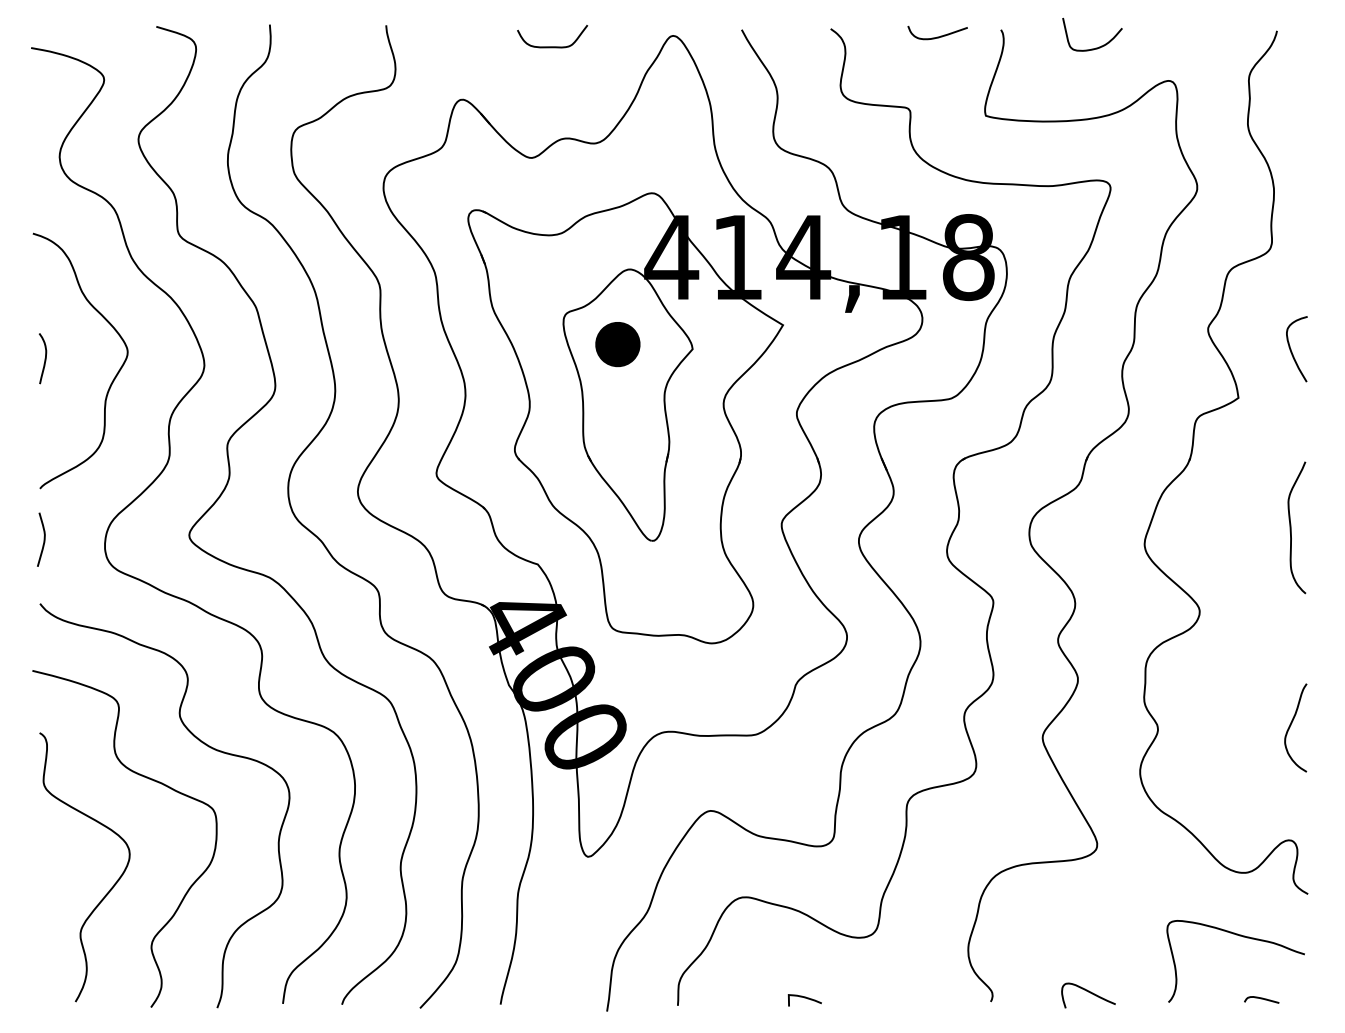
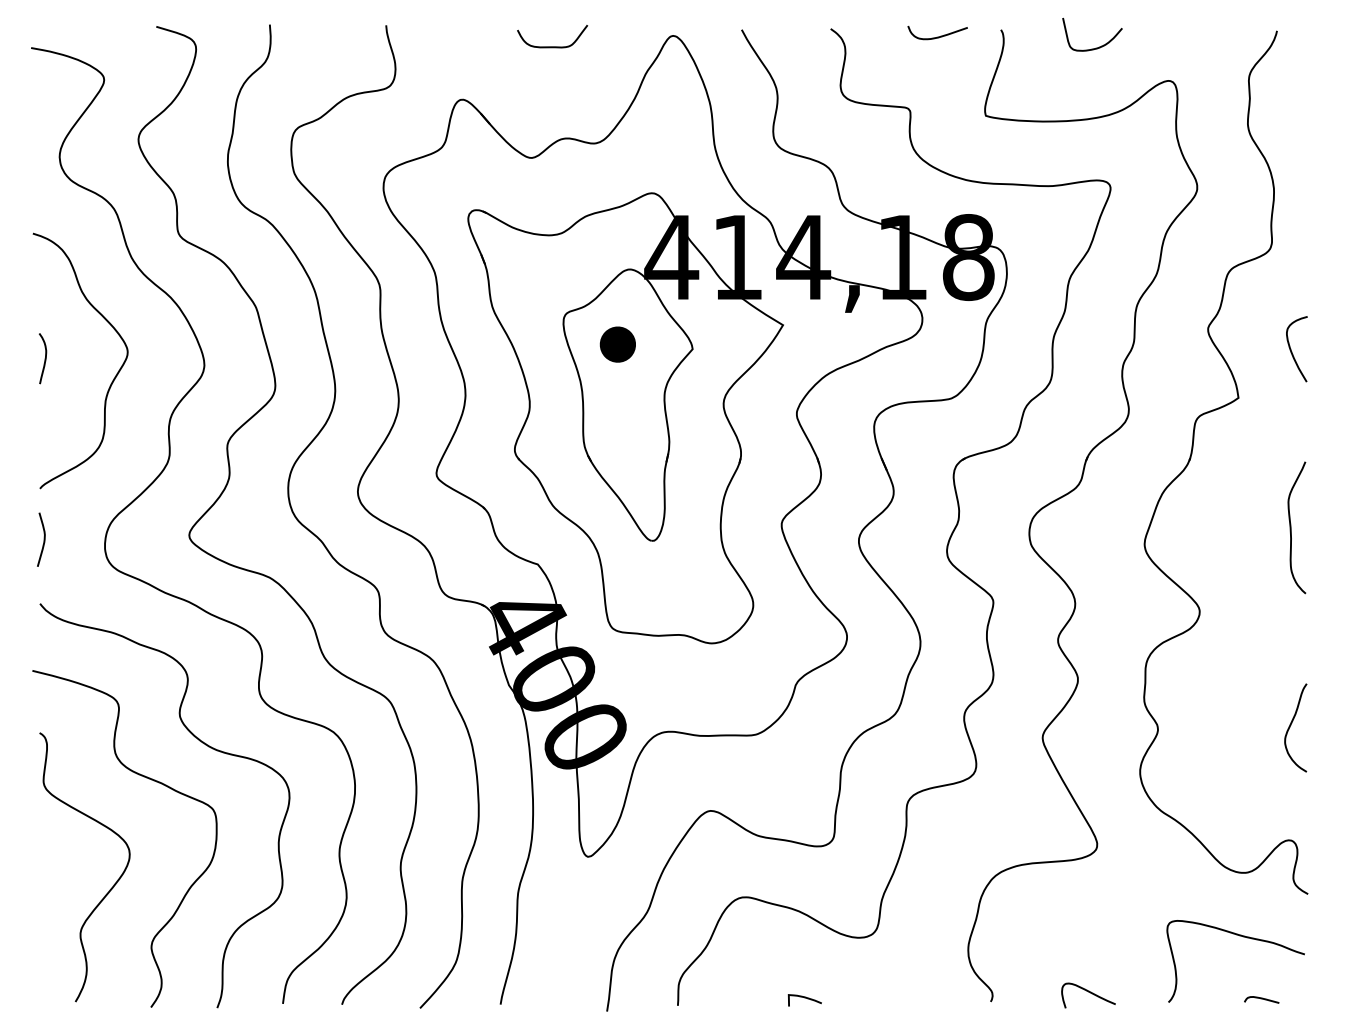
part at (617, 344) size: 46x46 px -> 37x37 px
